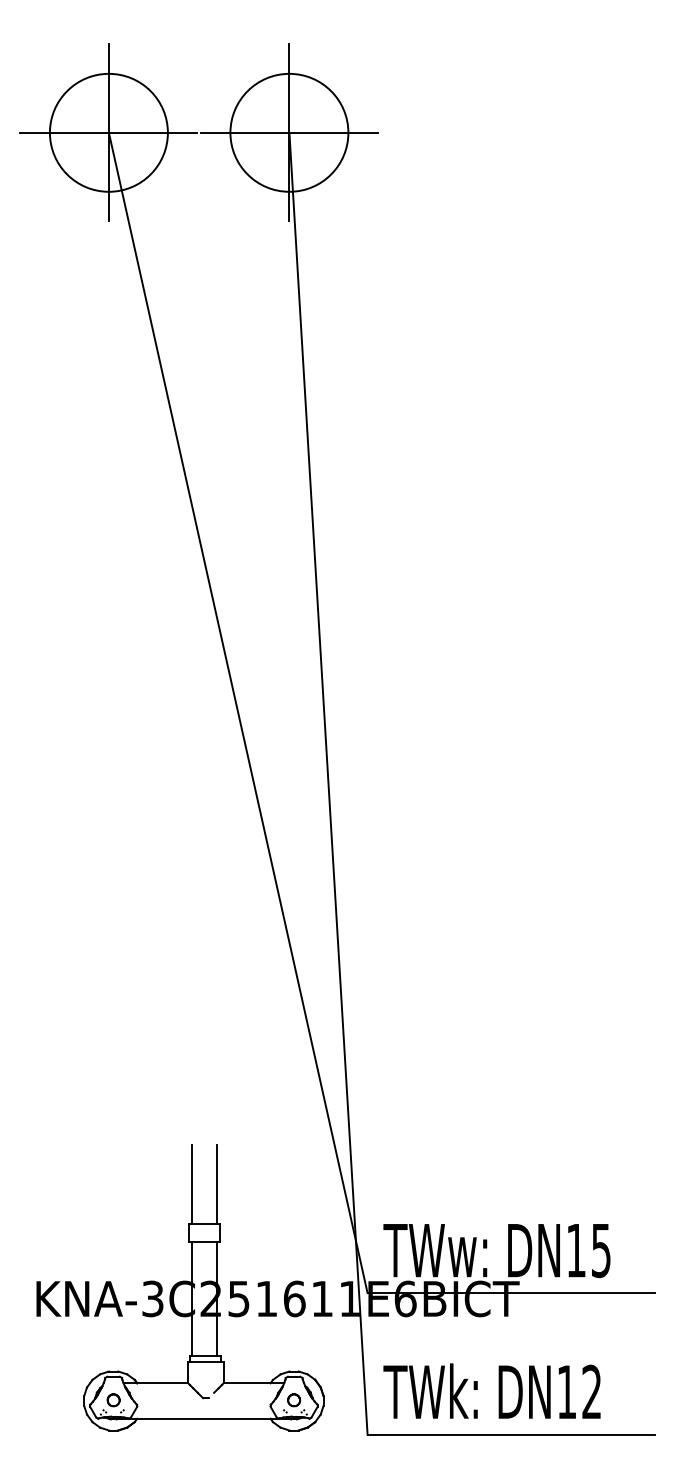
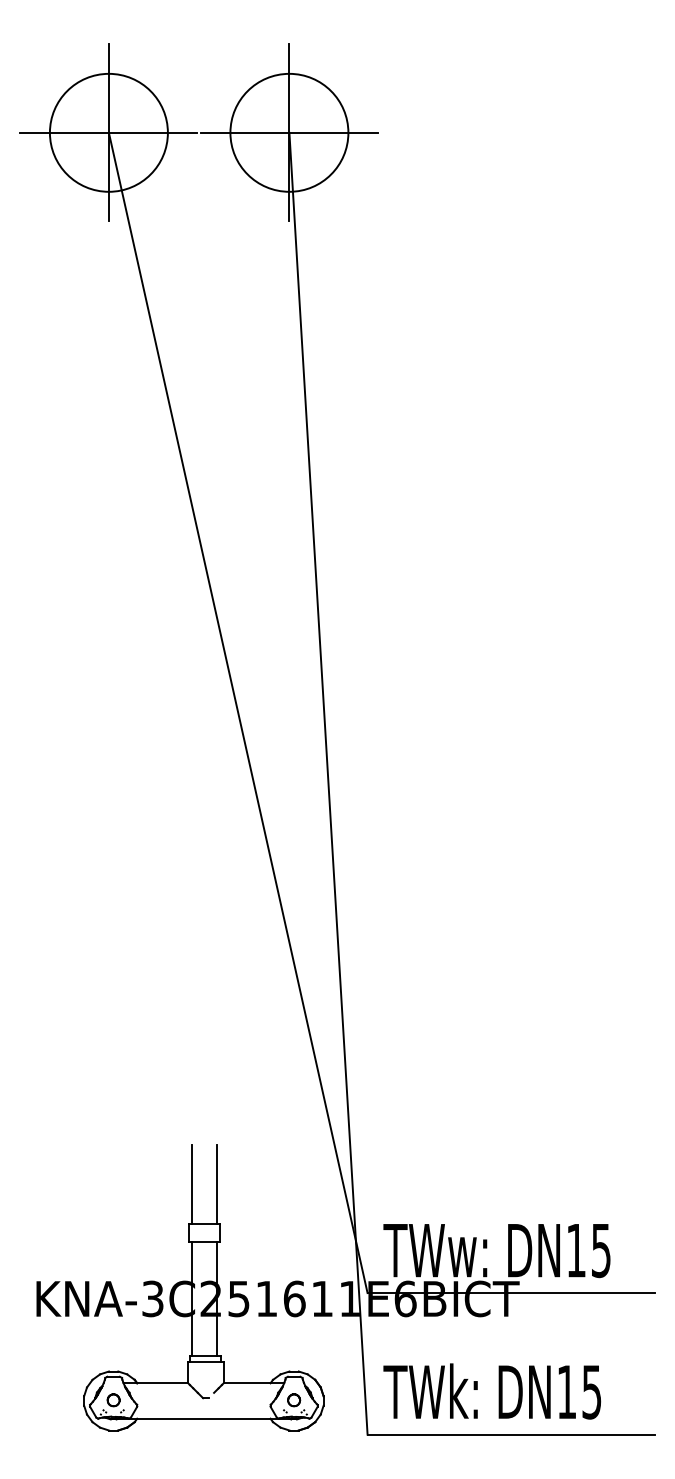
text at (591, 1391): DN12 -> DN15
